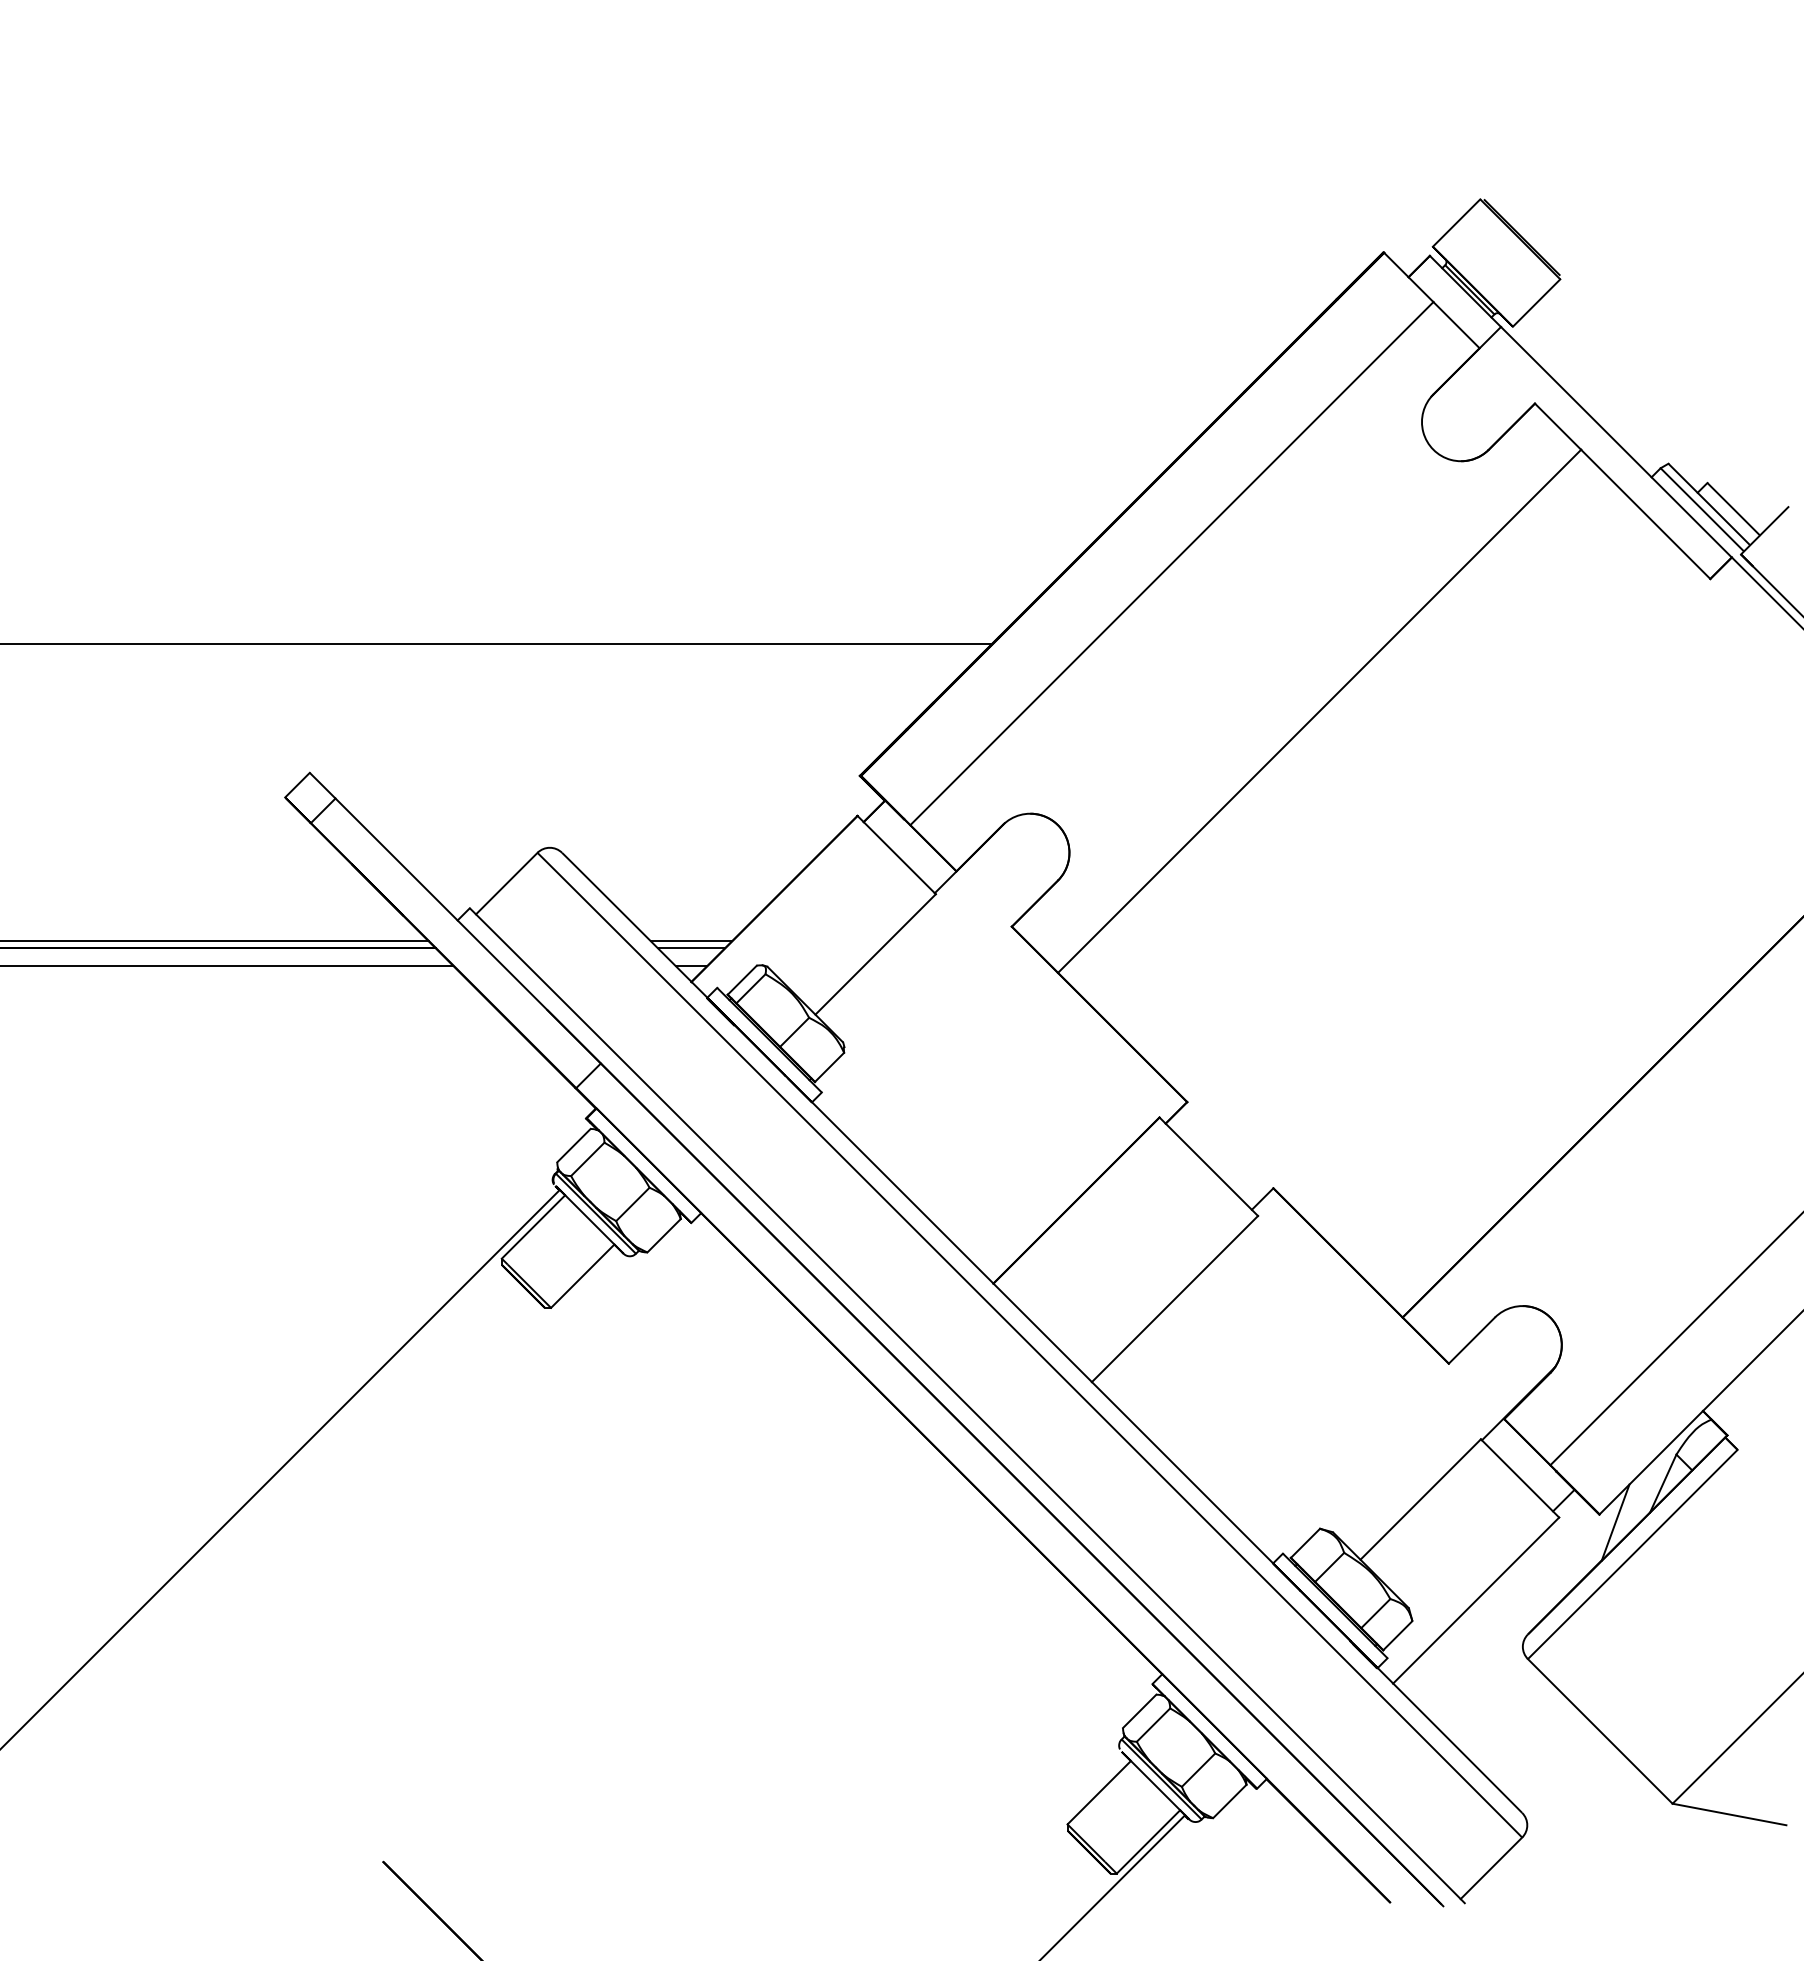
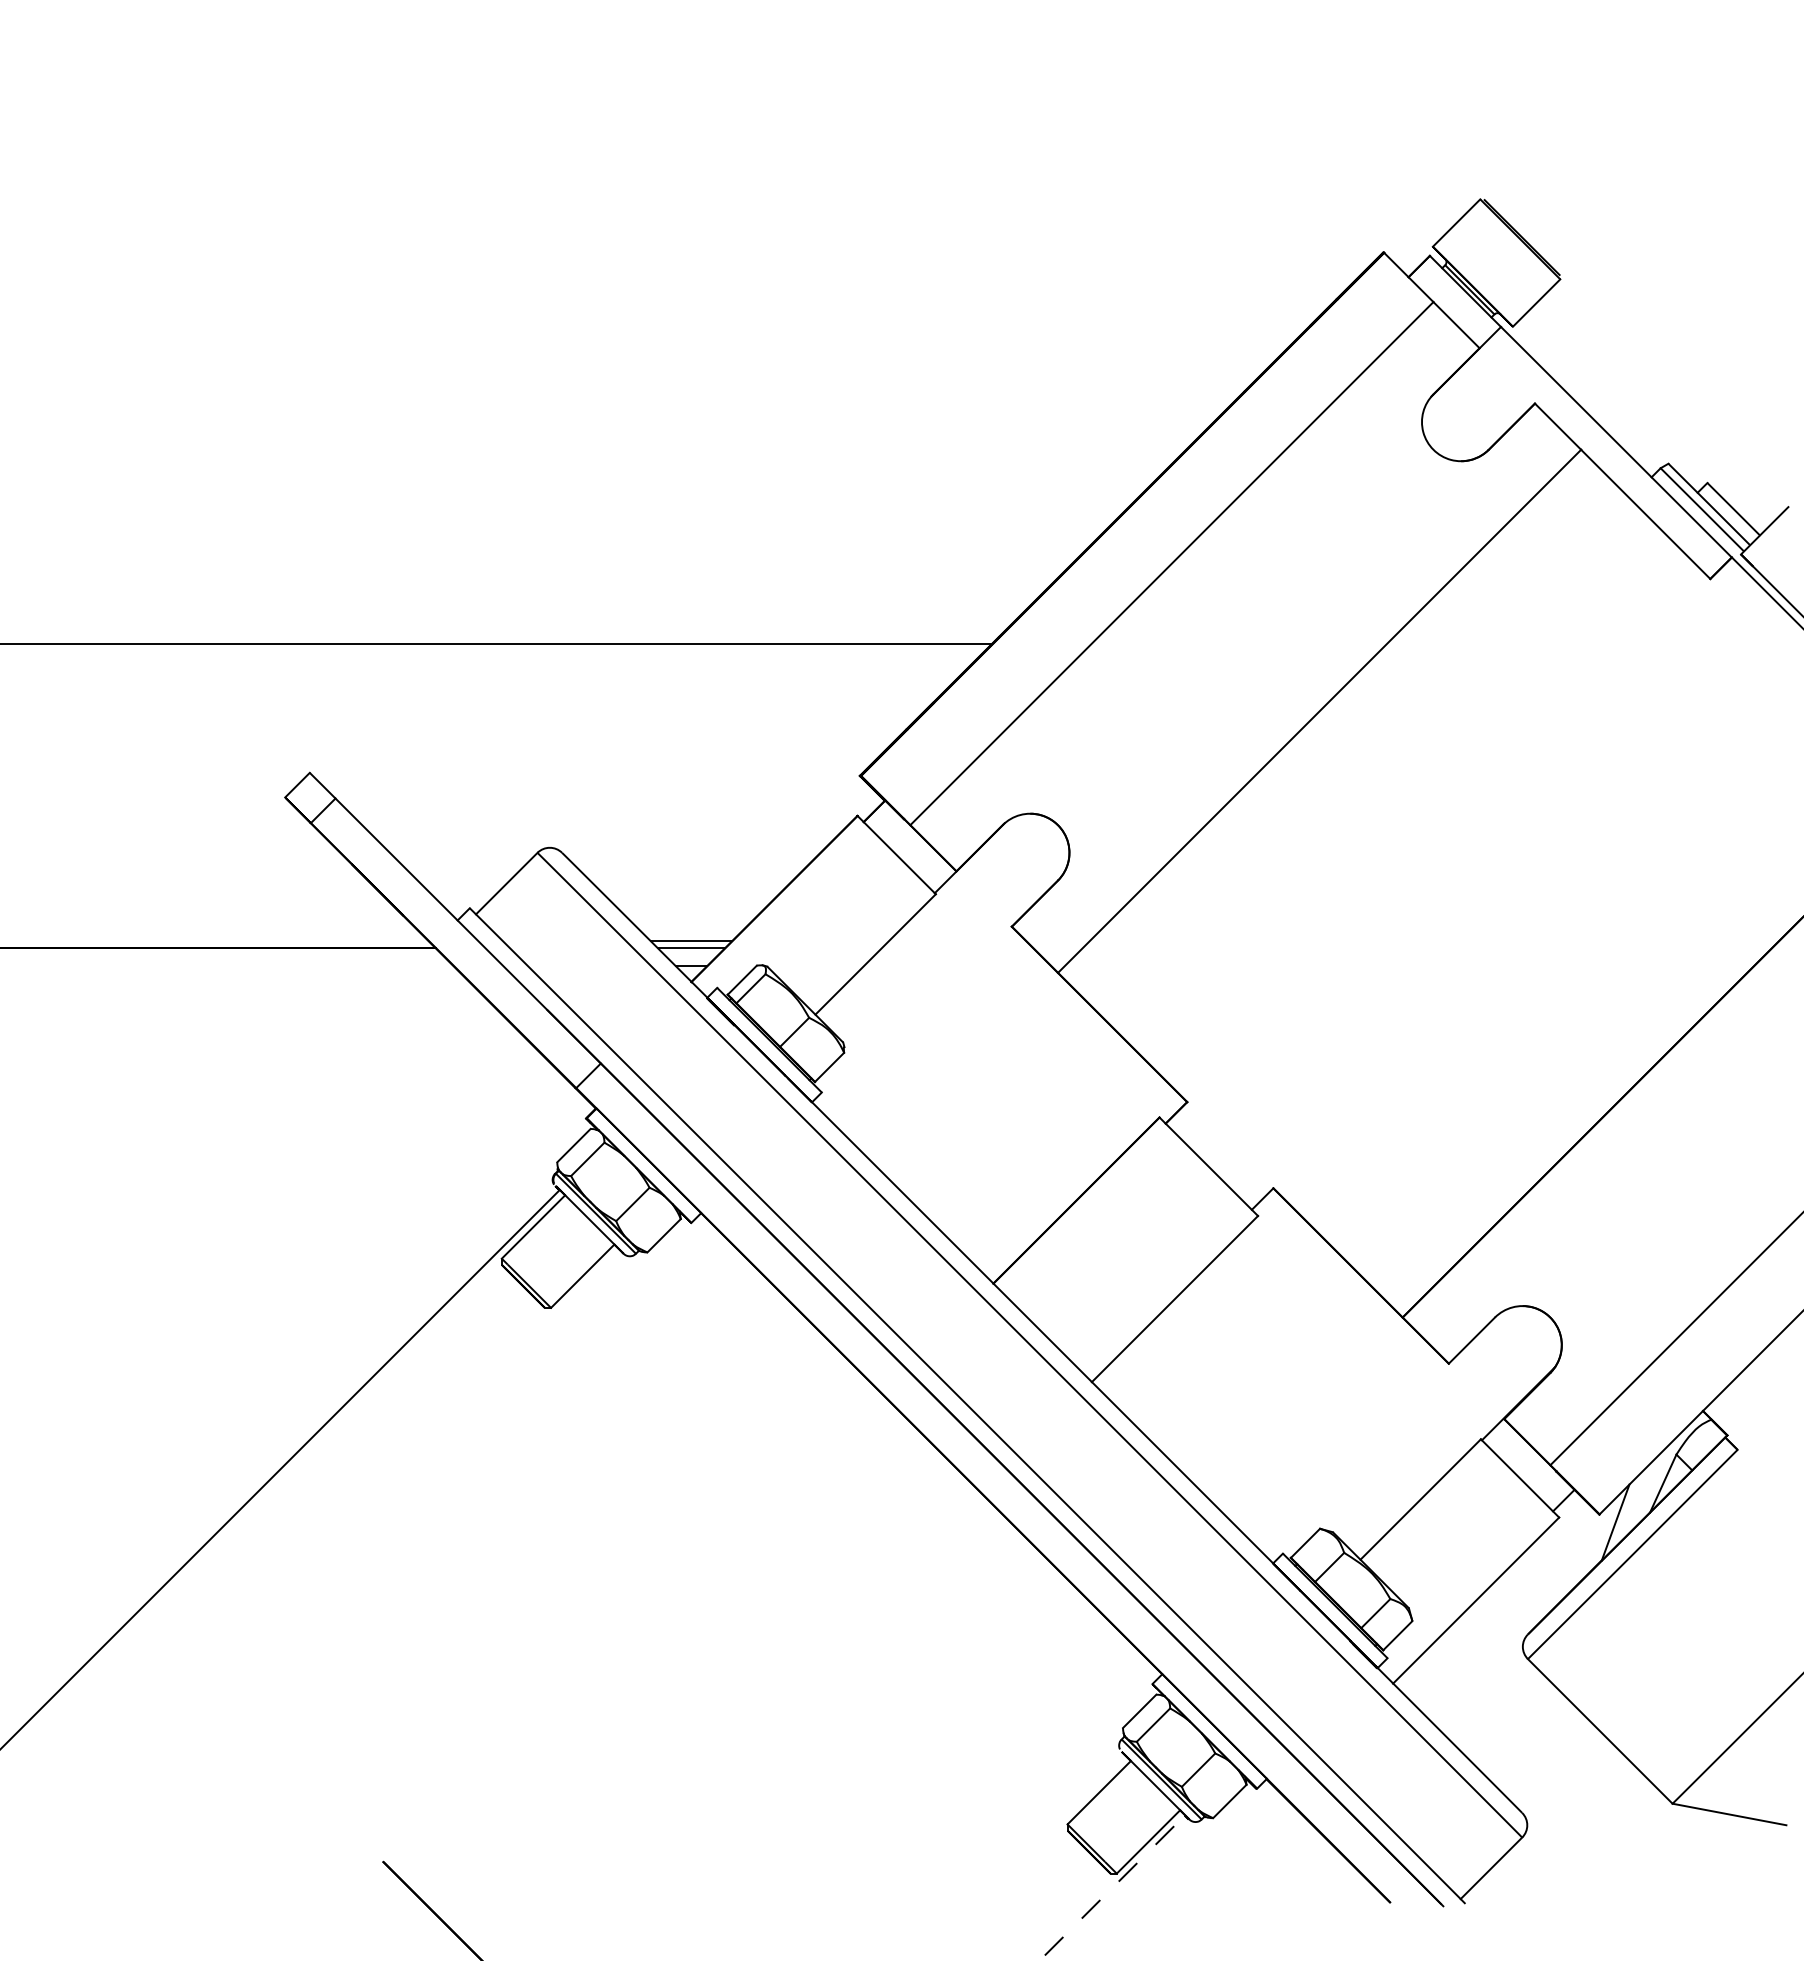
line at (215, 941): present -> none
line at (227, 965): present -> none
line at (1112, 1888): solid -> dashed
